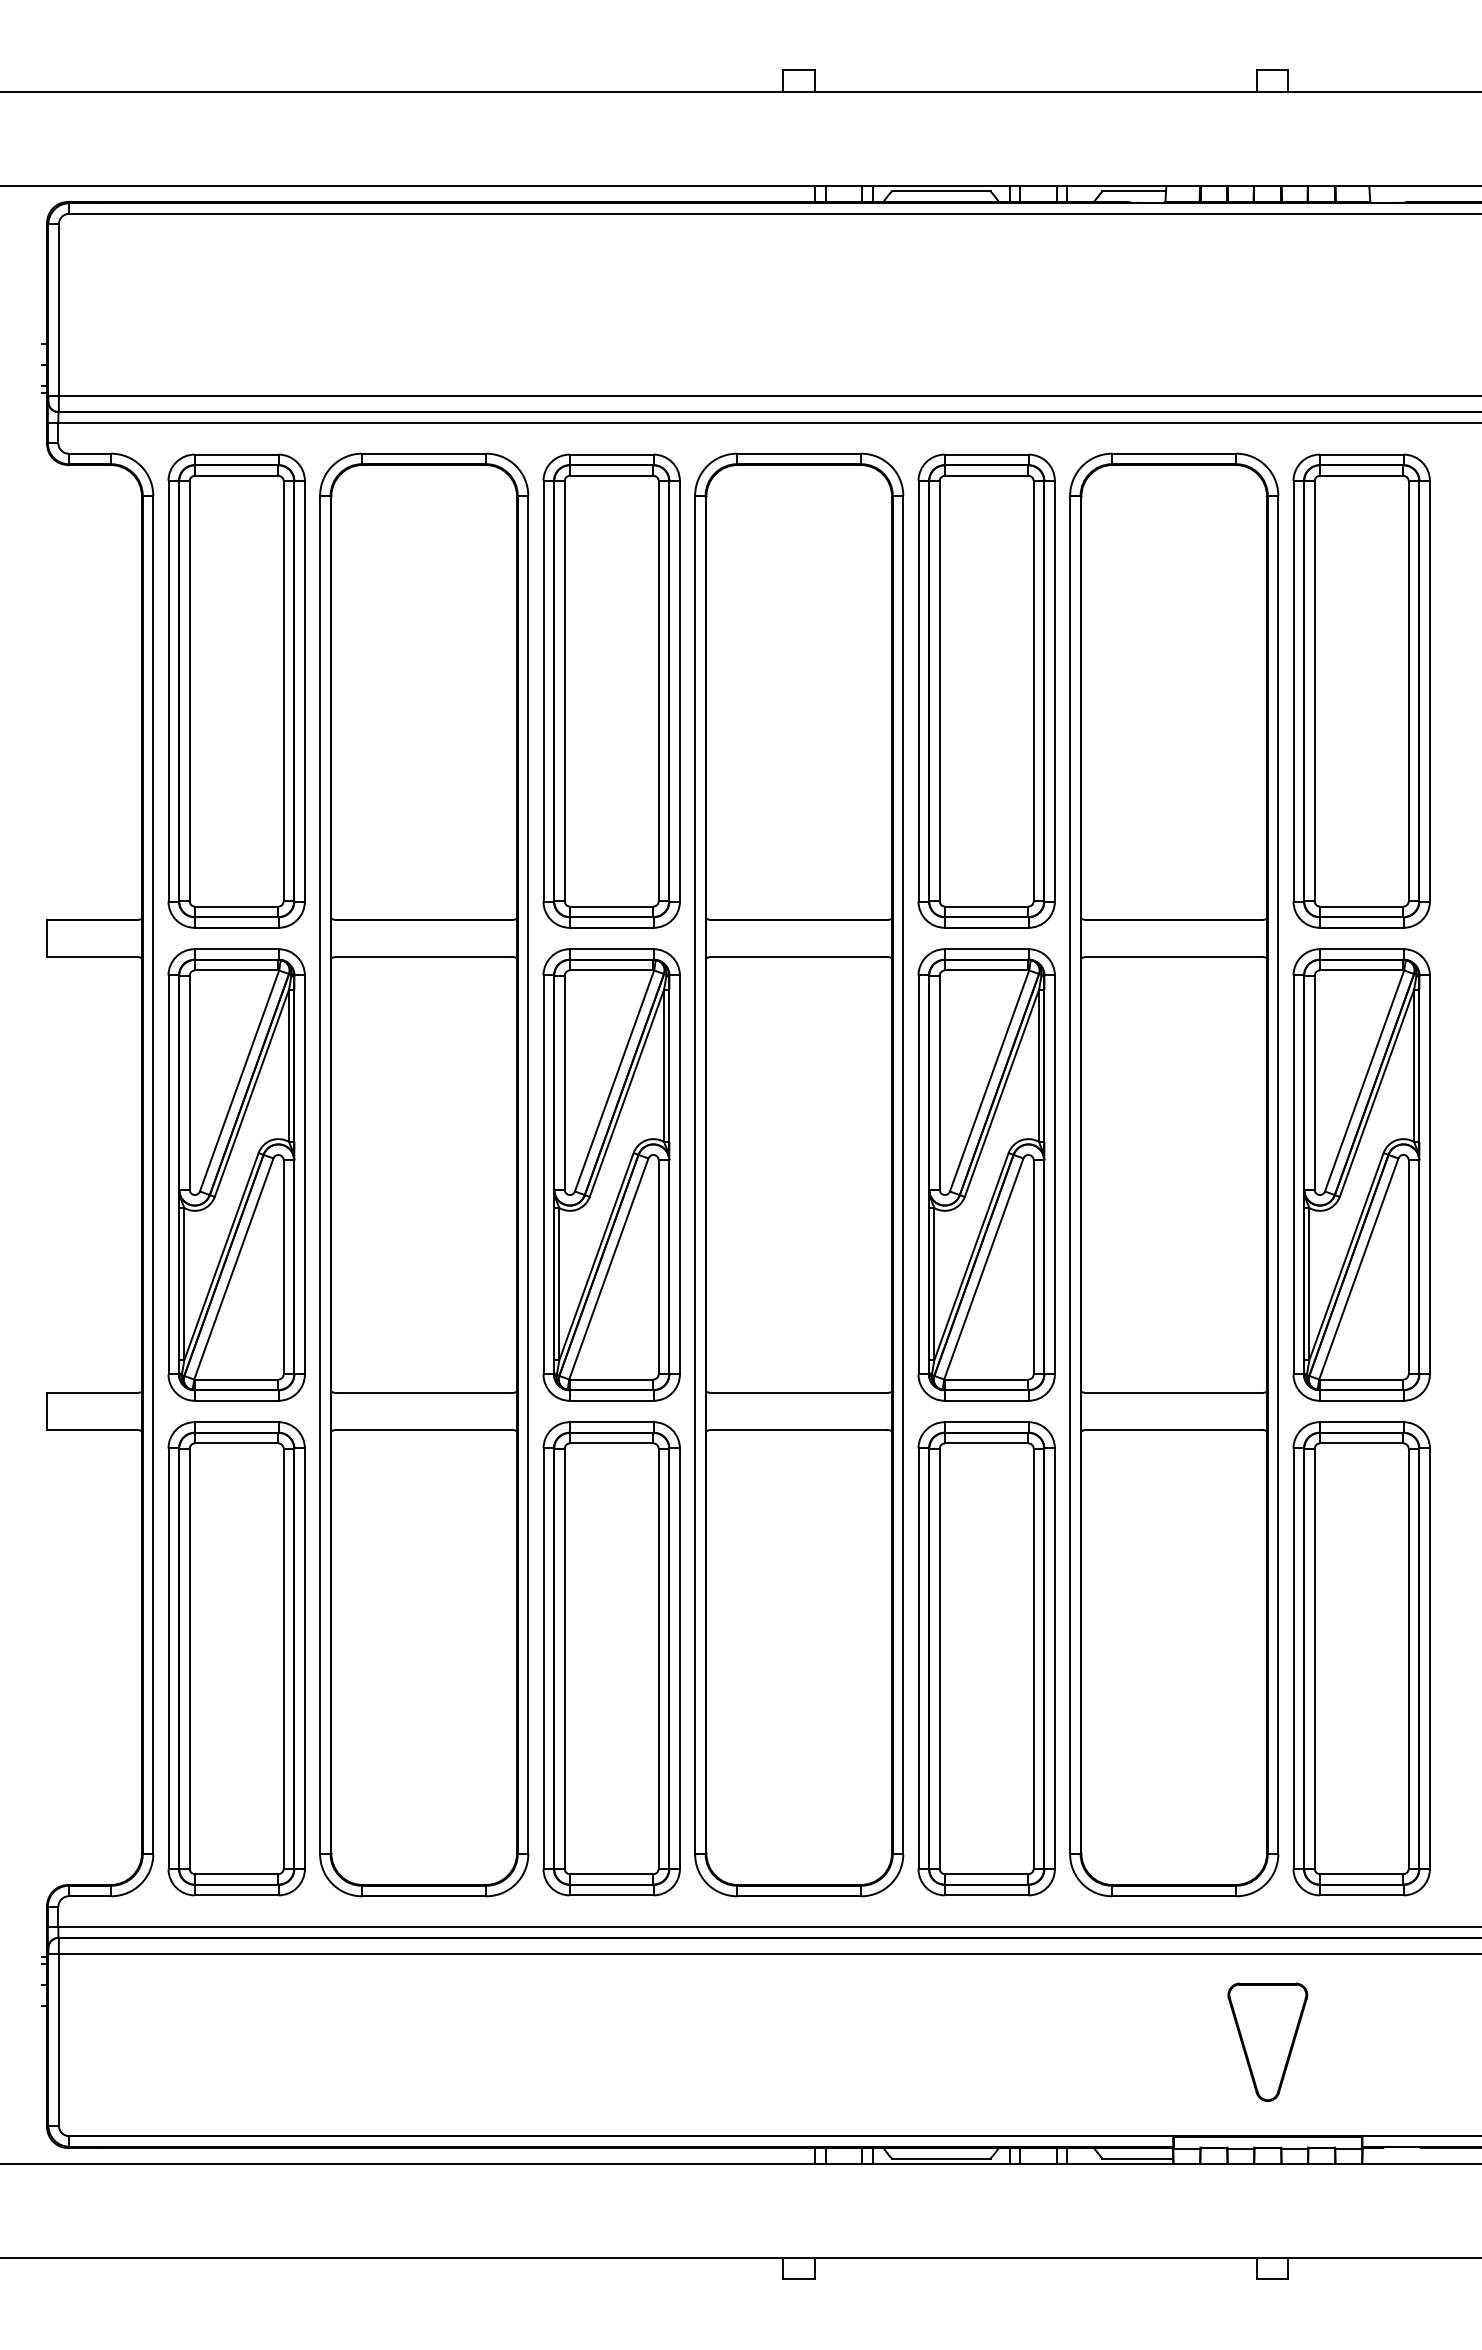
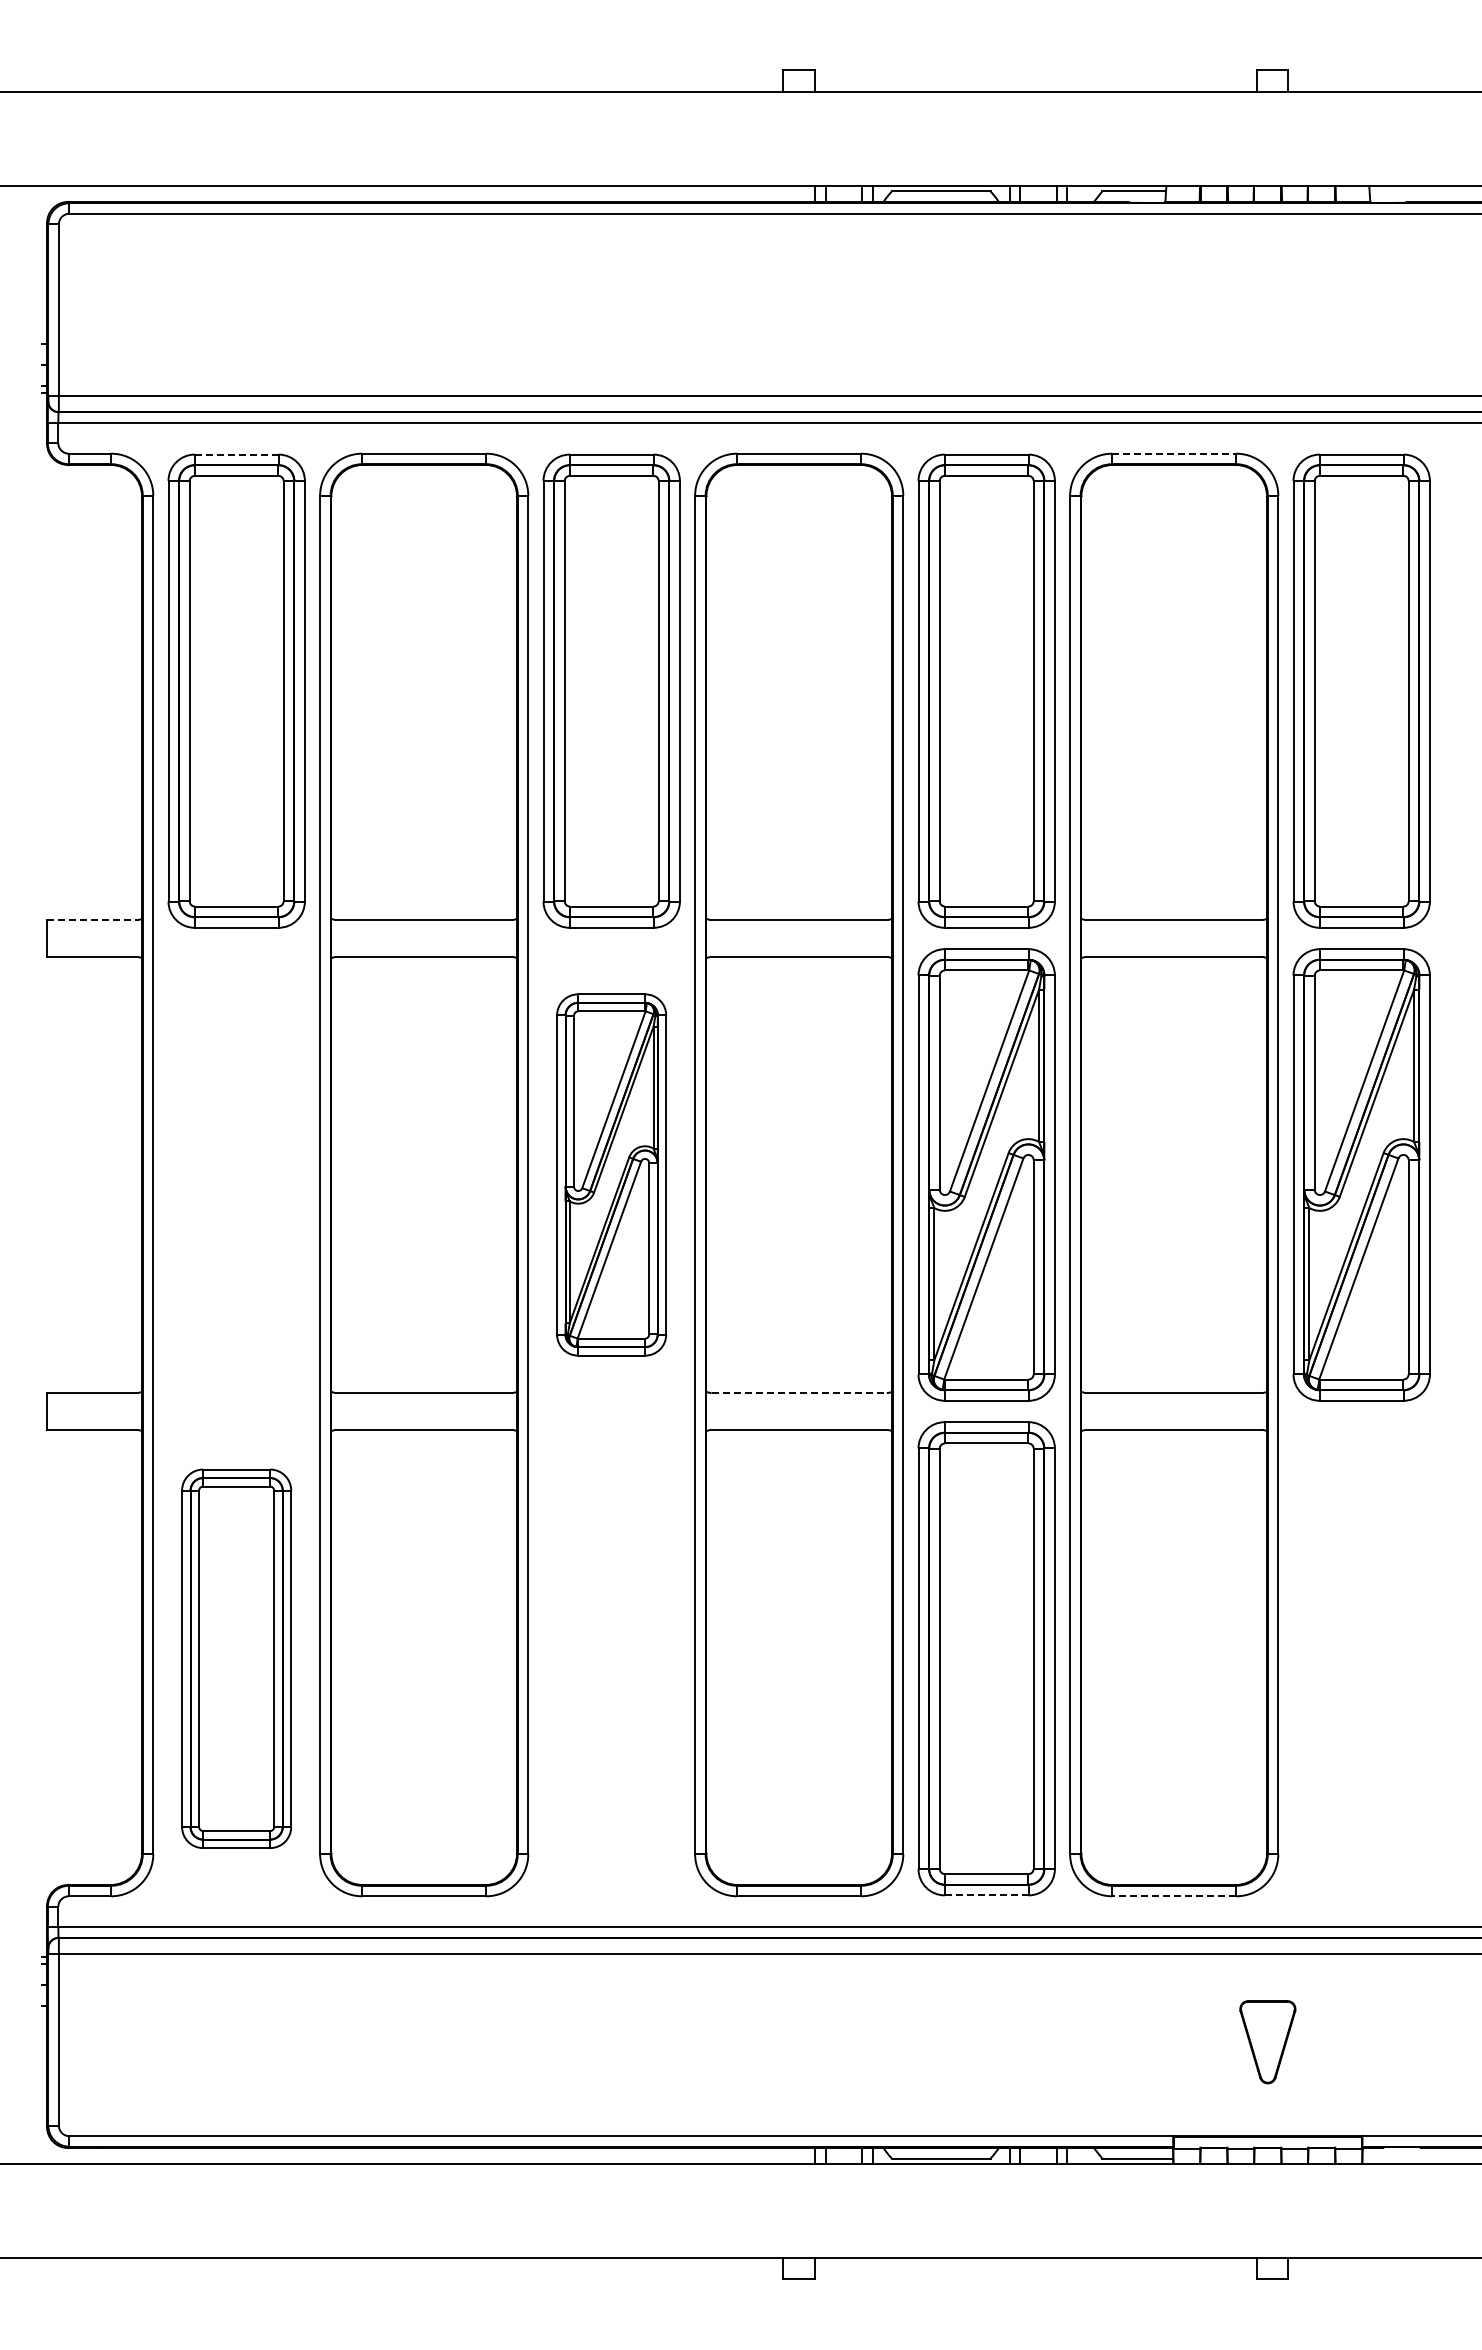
line at (1174, 453): solid -> dashed
line at (236, 454): solid -> dashed
line at (91, 920): solid -> dashed
part at (236, 1174): present -> none
part at (611, 1174) size: 139x454 px -> 112x364 px
line at (799, 1393): solid -> dashed
part at (236, 1658) size: 139x476 px -> 112x381 px
part at (611, 1658): present -> none
part at (1361, 1658): present -> none
line at (986, 1895): solid -> dashed
line at (1173, 1896): solid -> dashed
part at (1267, 2041) size: 82x120 px -> 58x85 px
